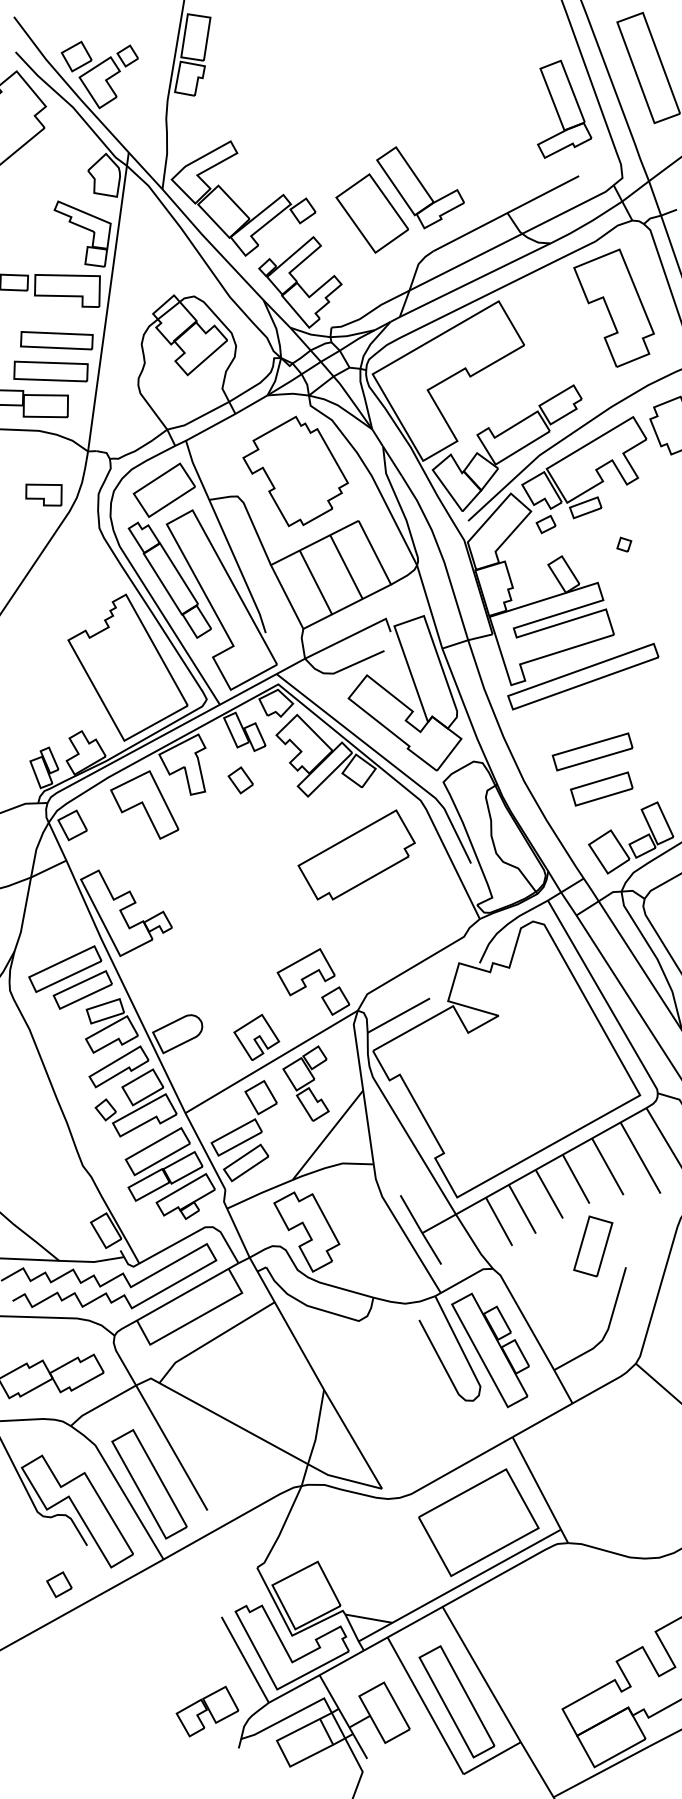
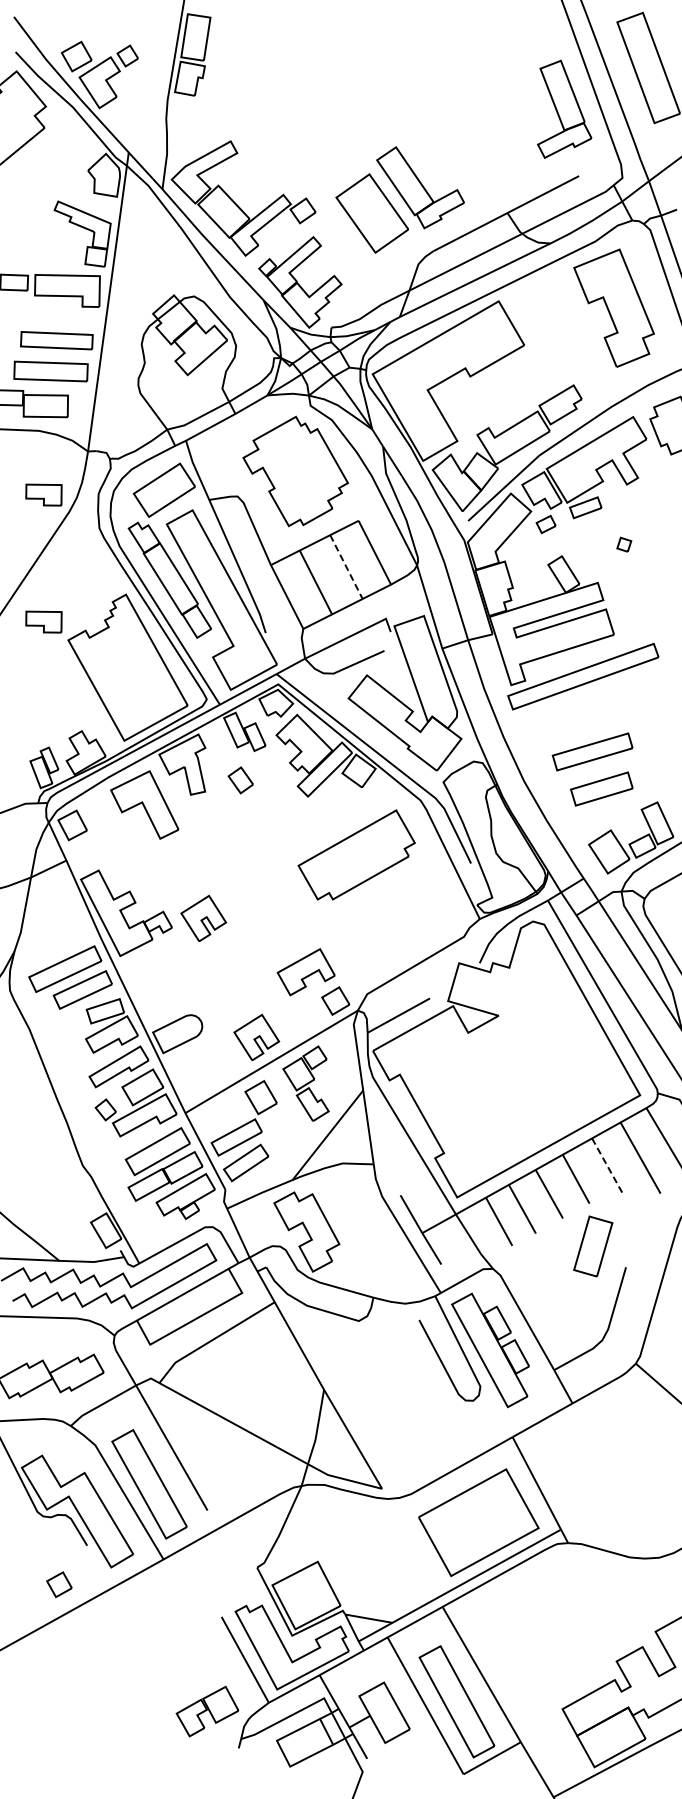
line at (346, 567): solid -> dashed
part at (43, 621): none -> present
part at (203, 917): none -> present
line at (608, 1167): solid -> dashed
